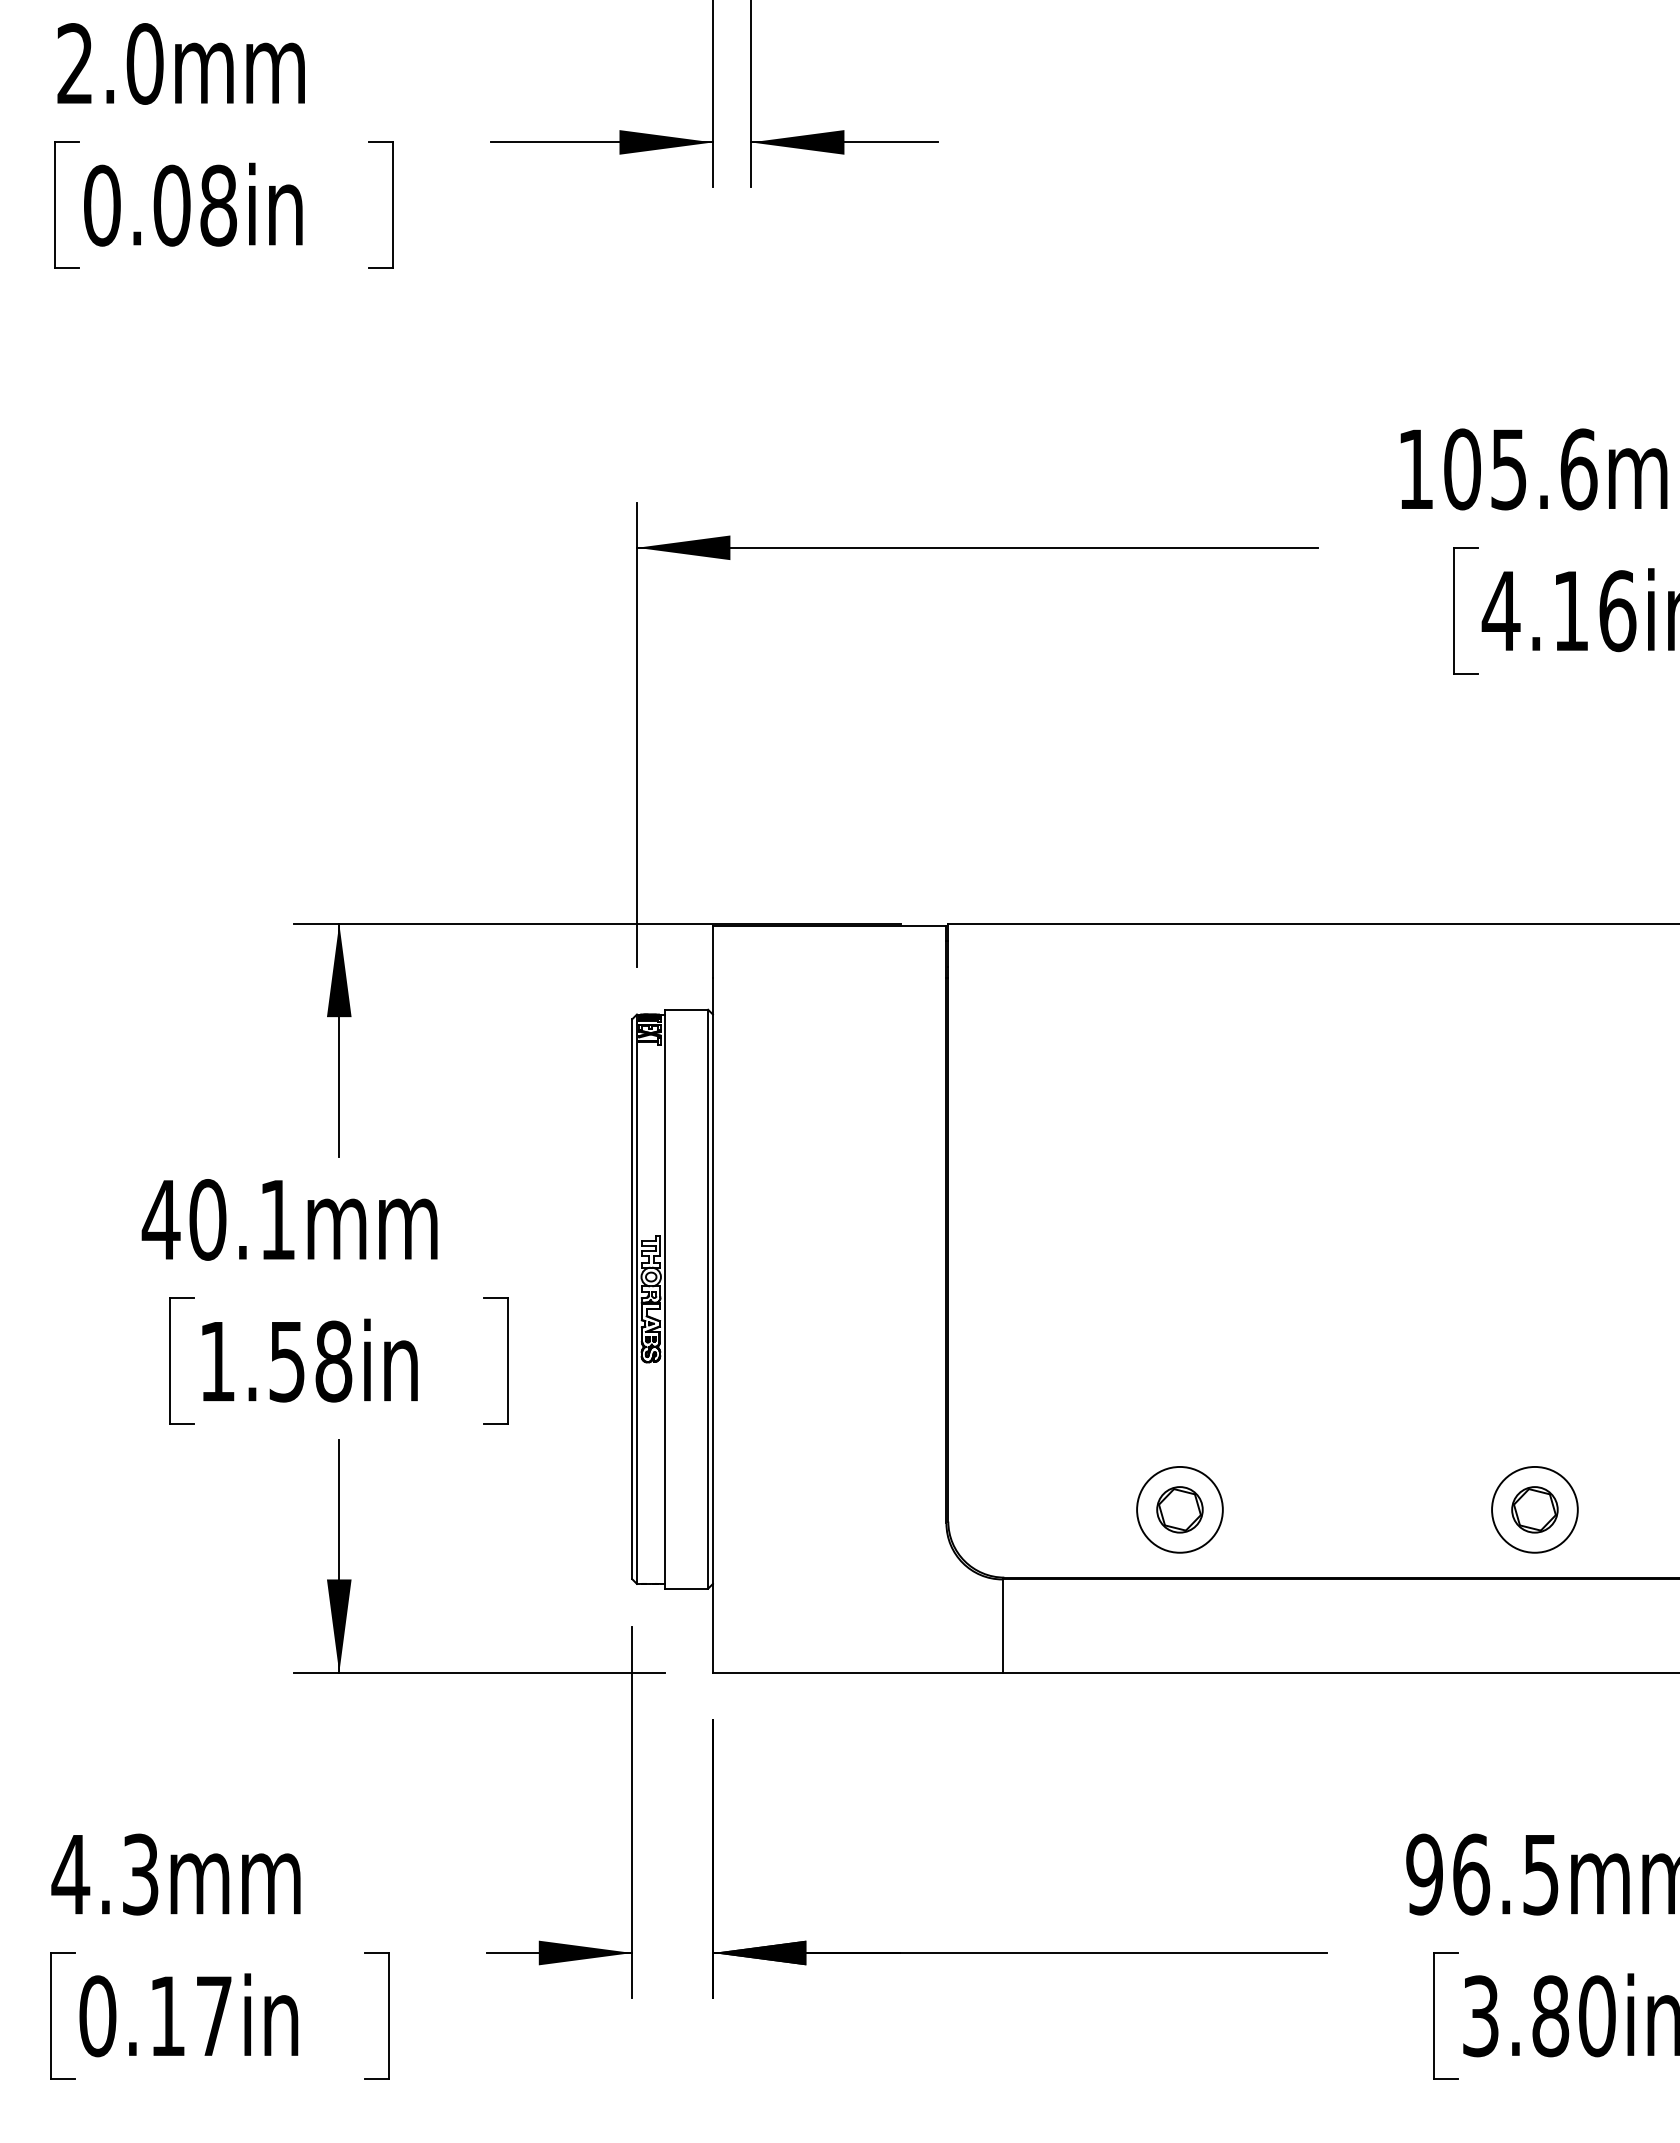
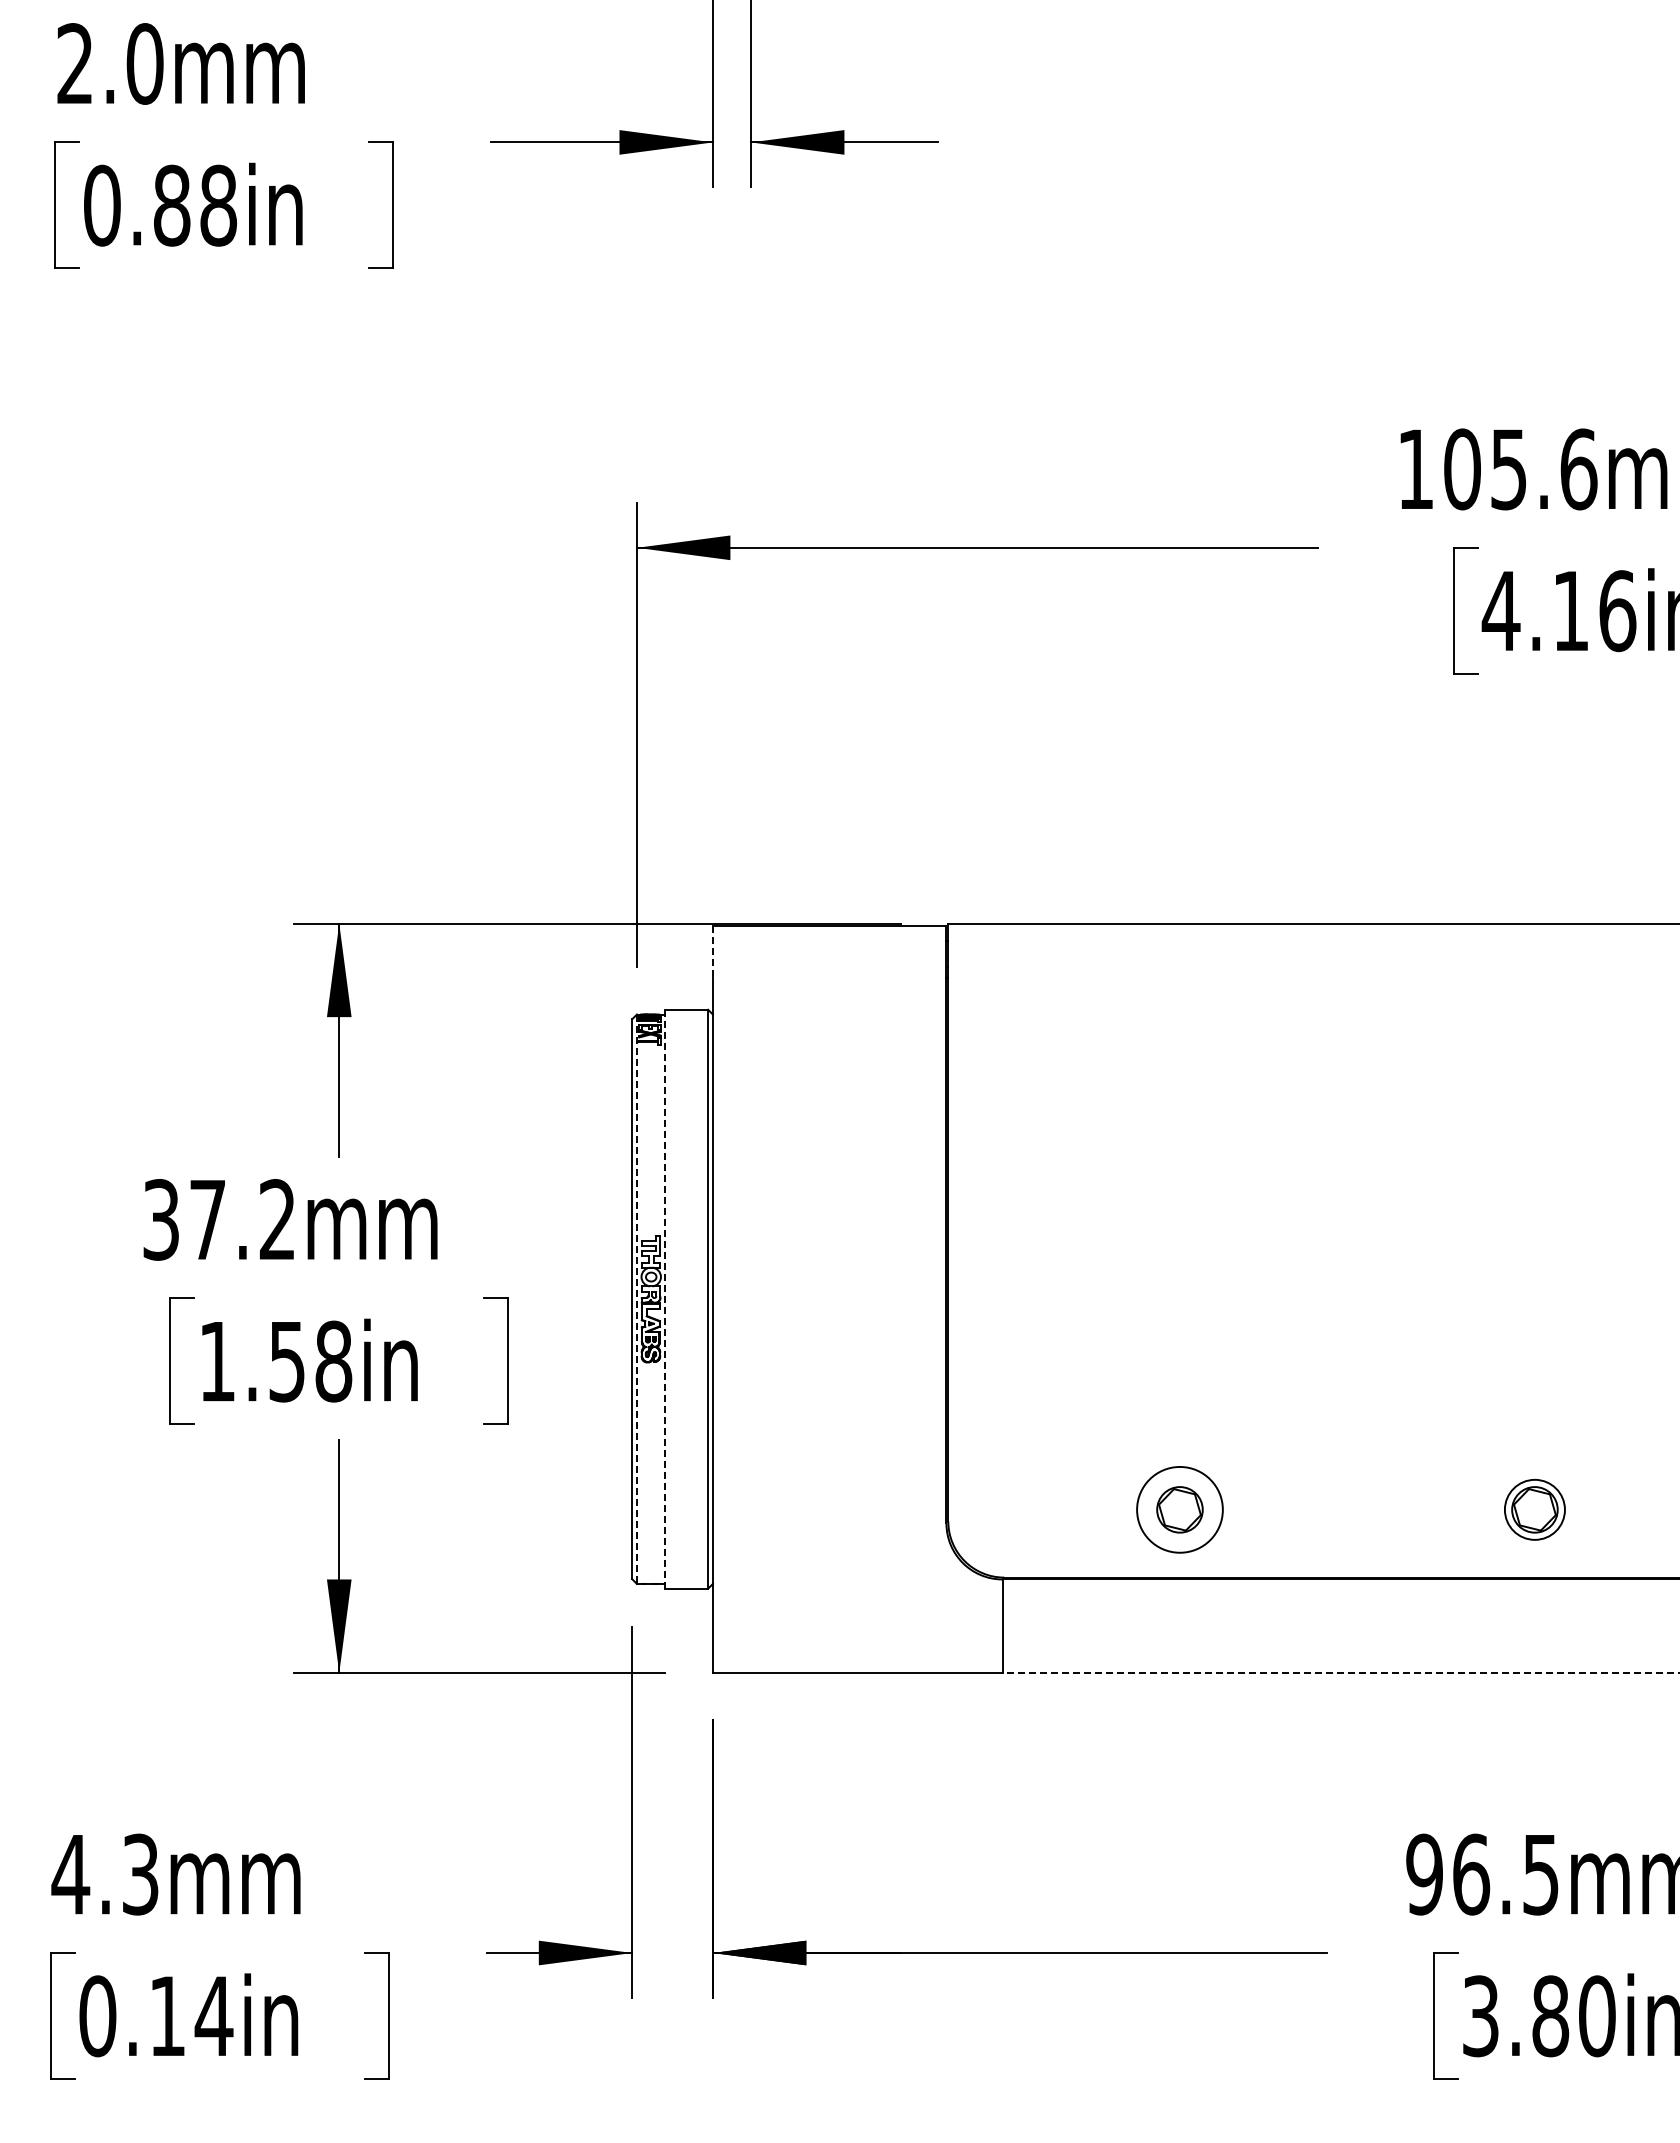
text at (171, 205): 0.08in -> 0.88in
line at (712, 952): solid -> dashed
text at (217, 1219): 40.1mm -> 37.2mm
line at (636, 1299): solid -> dashed
line at (665, 1299): solid -> dashed
circle at (1534, 1509) diameter: 86 px -> 60 px
line at (1340, 1672): solid -> dashed
text at (213, 2015): 0.17in -> 0.14in
